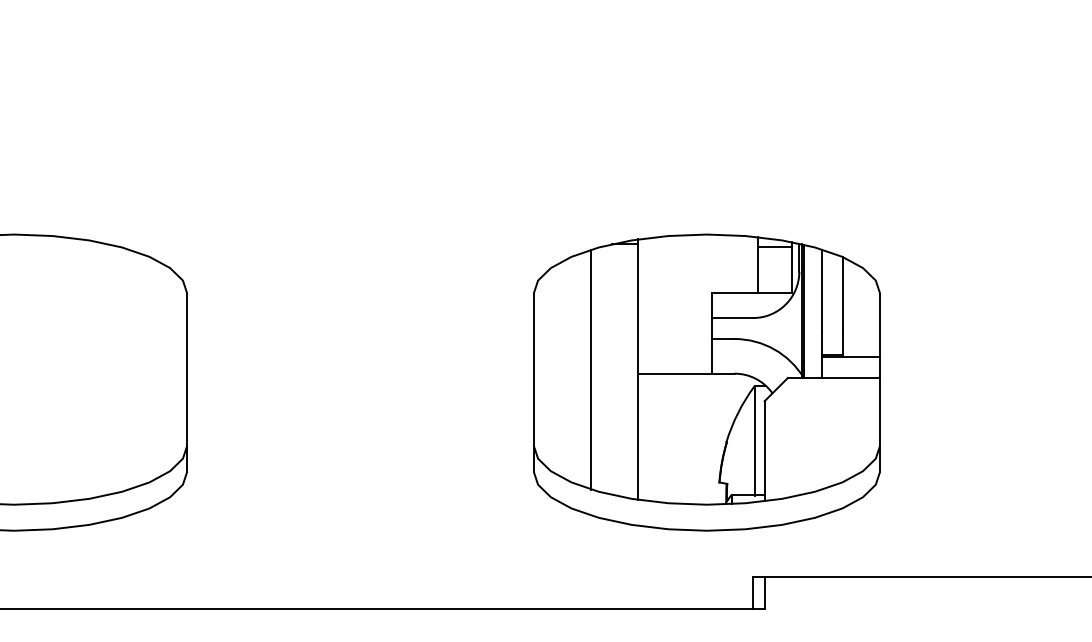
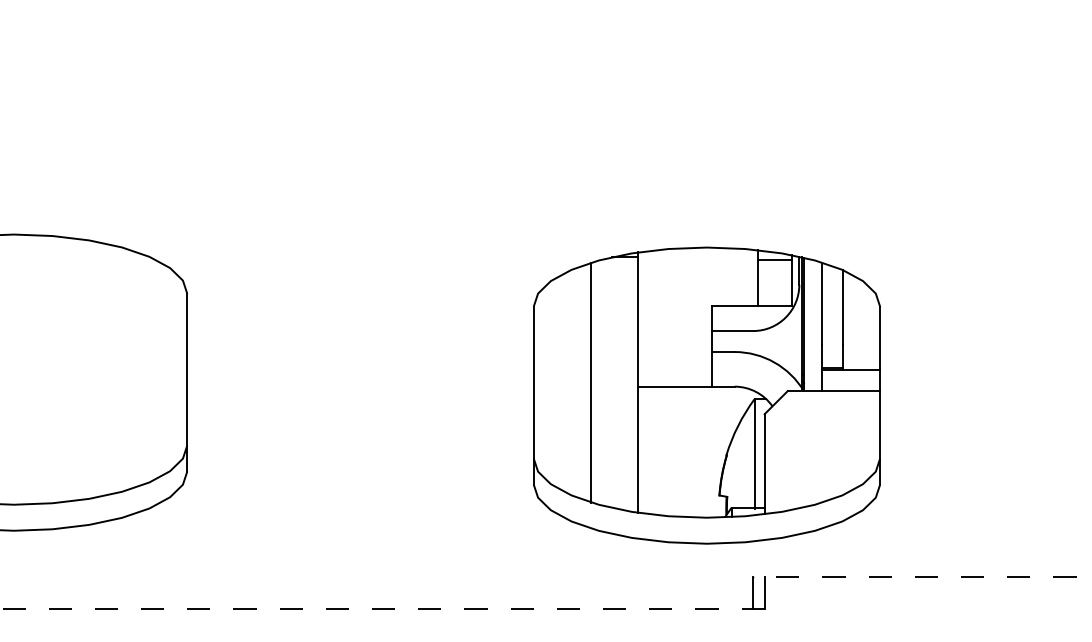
part at (706, 382) position: (706, 382) -> (706, 395)
line at (921, 576): solid -> dashed
line at (382, 609): solid -> dashed
